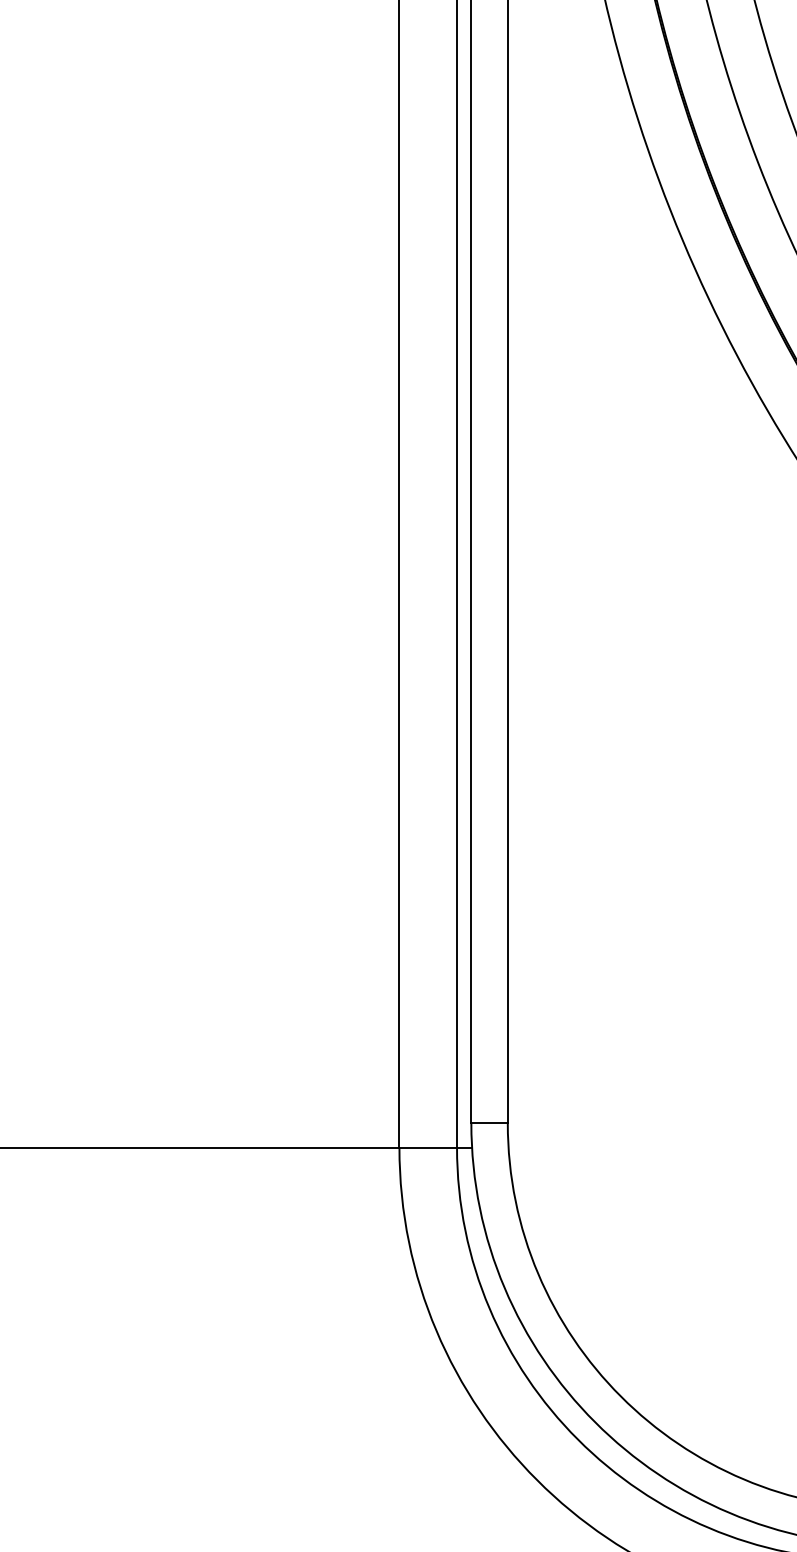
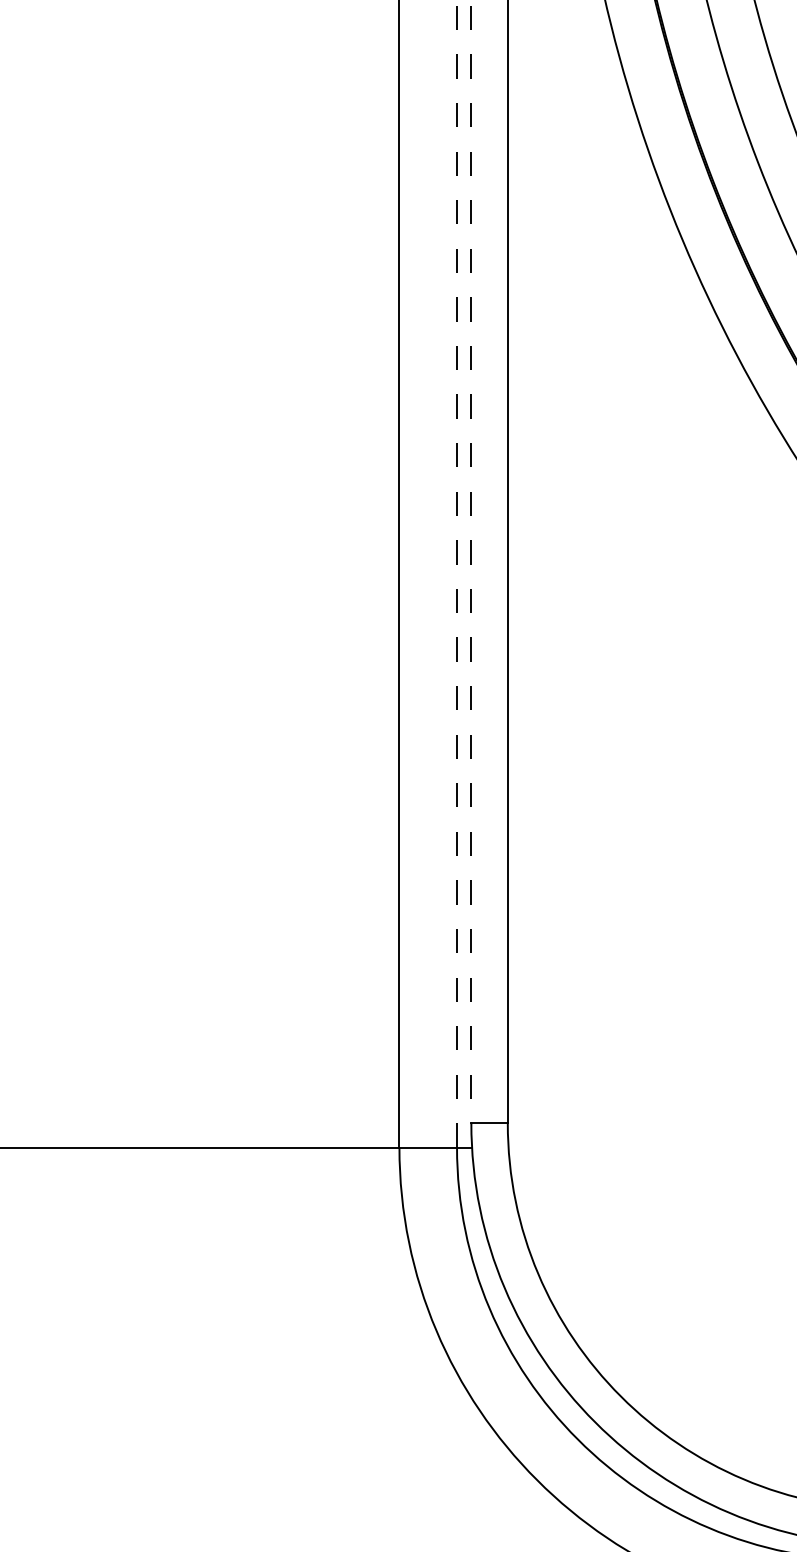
line at (471, 562): solid -> dashed
line at (457, 573): solid -> dashed
